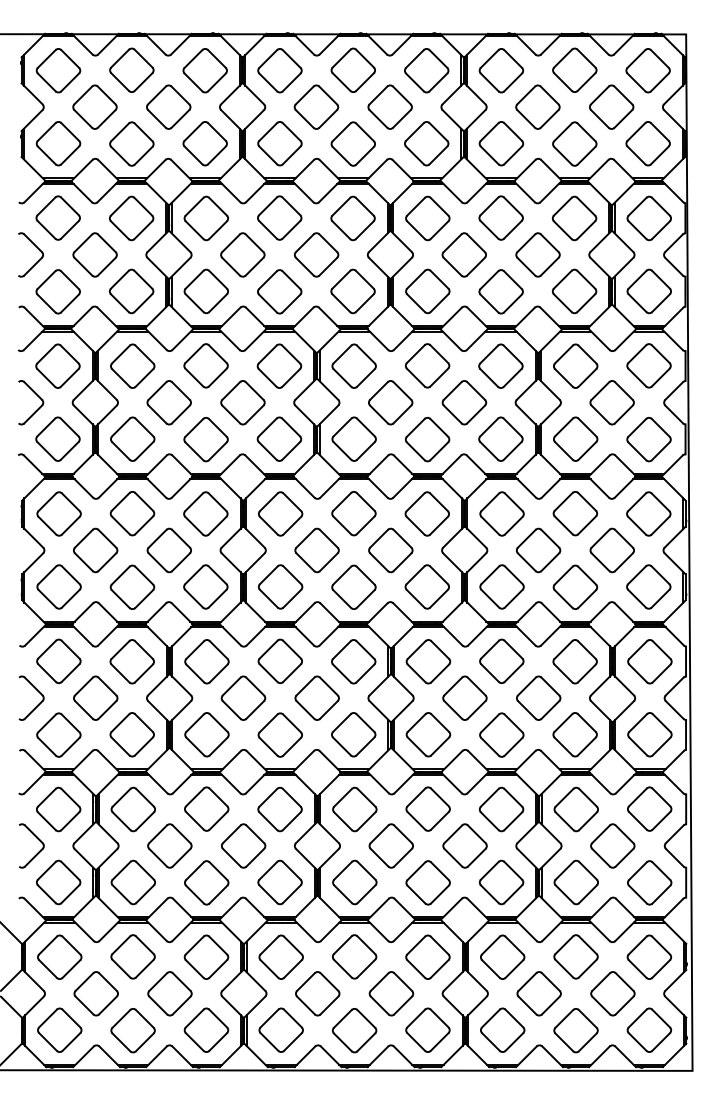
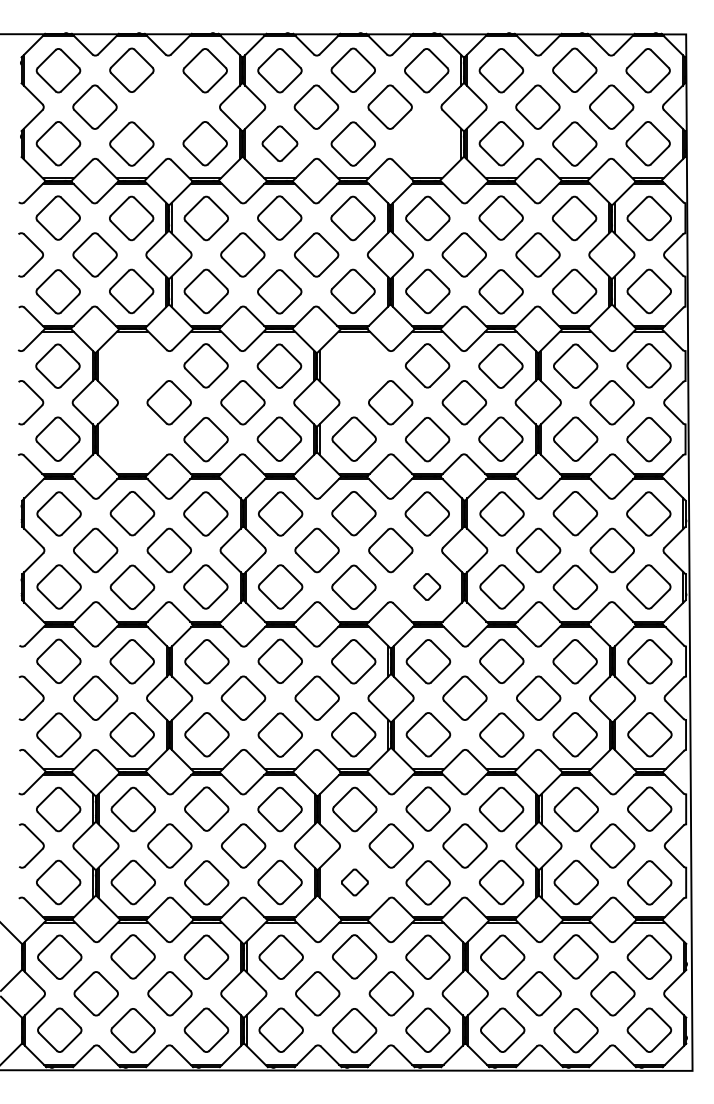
part at (168, 106): present -> none
part at (279, 143) size: 46x46 px -> 38x37 px
part at (426, 143): present -> none
part at (132, 365): present -> none
part at (353, 365): present -> none
part at (132, 438): present -> none
part at (426, 586) size: 46x46 px -> 29x28 px
part at (354, 882) size: 46x47 px -> 28x29 px
